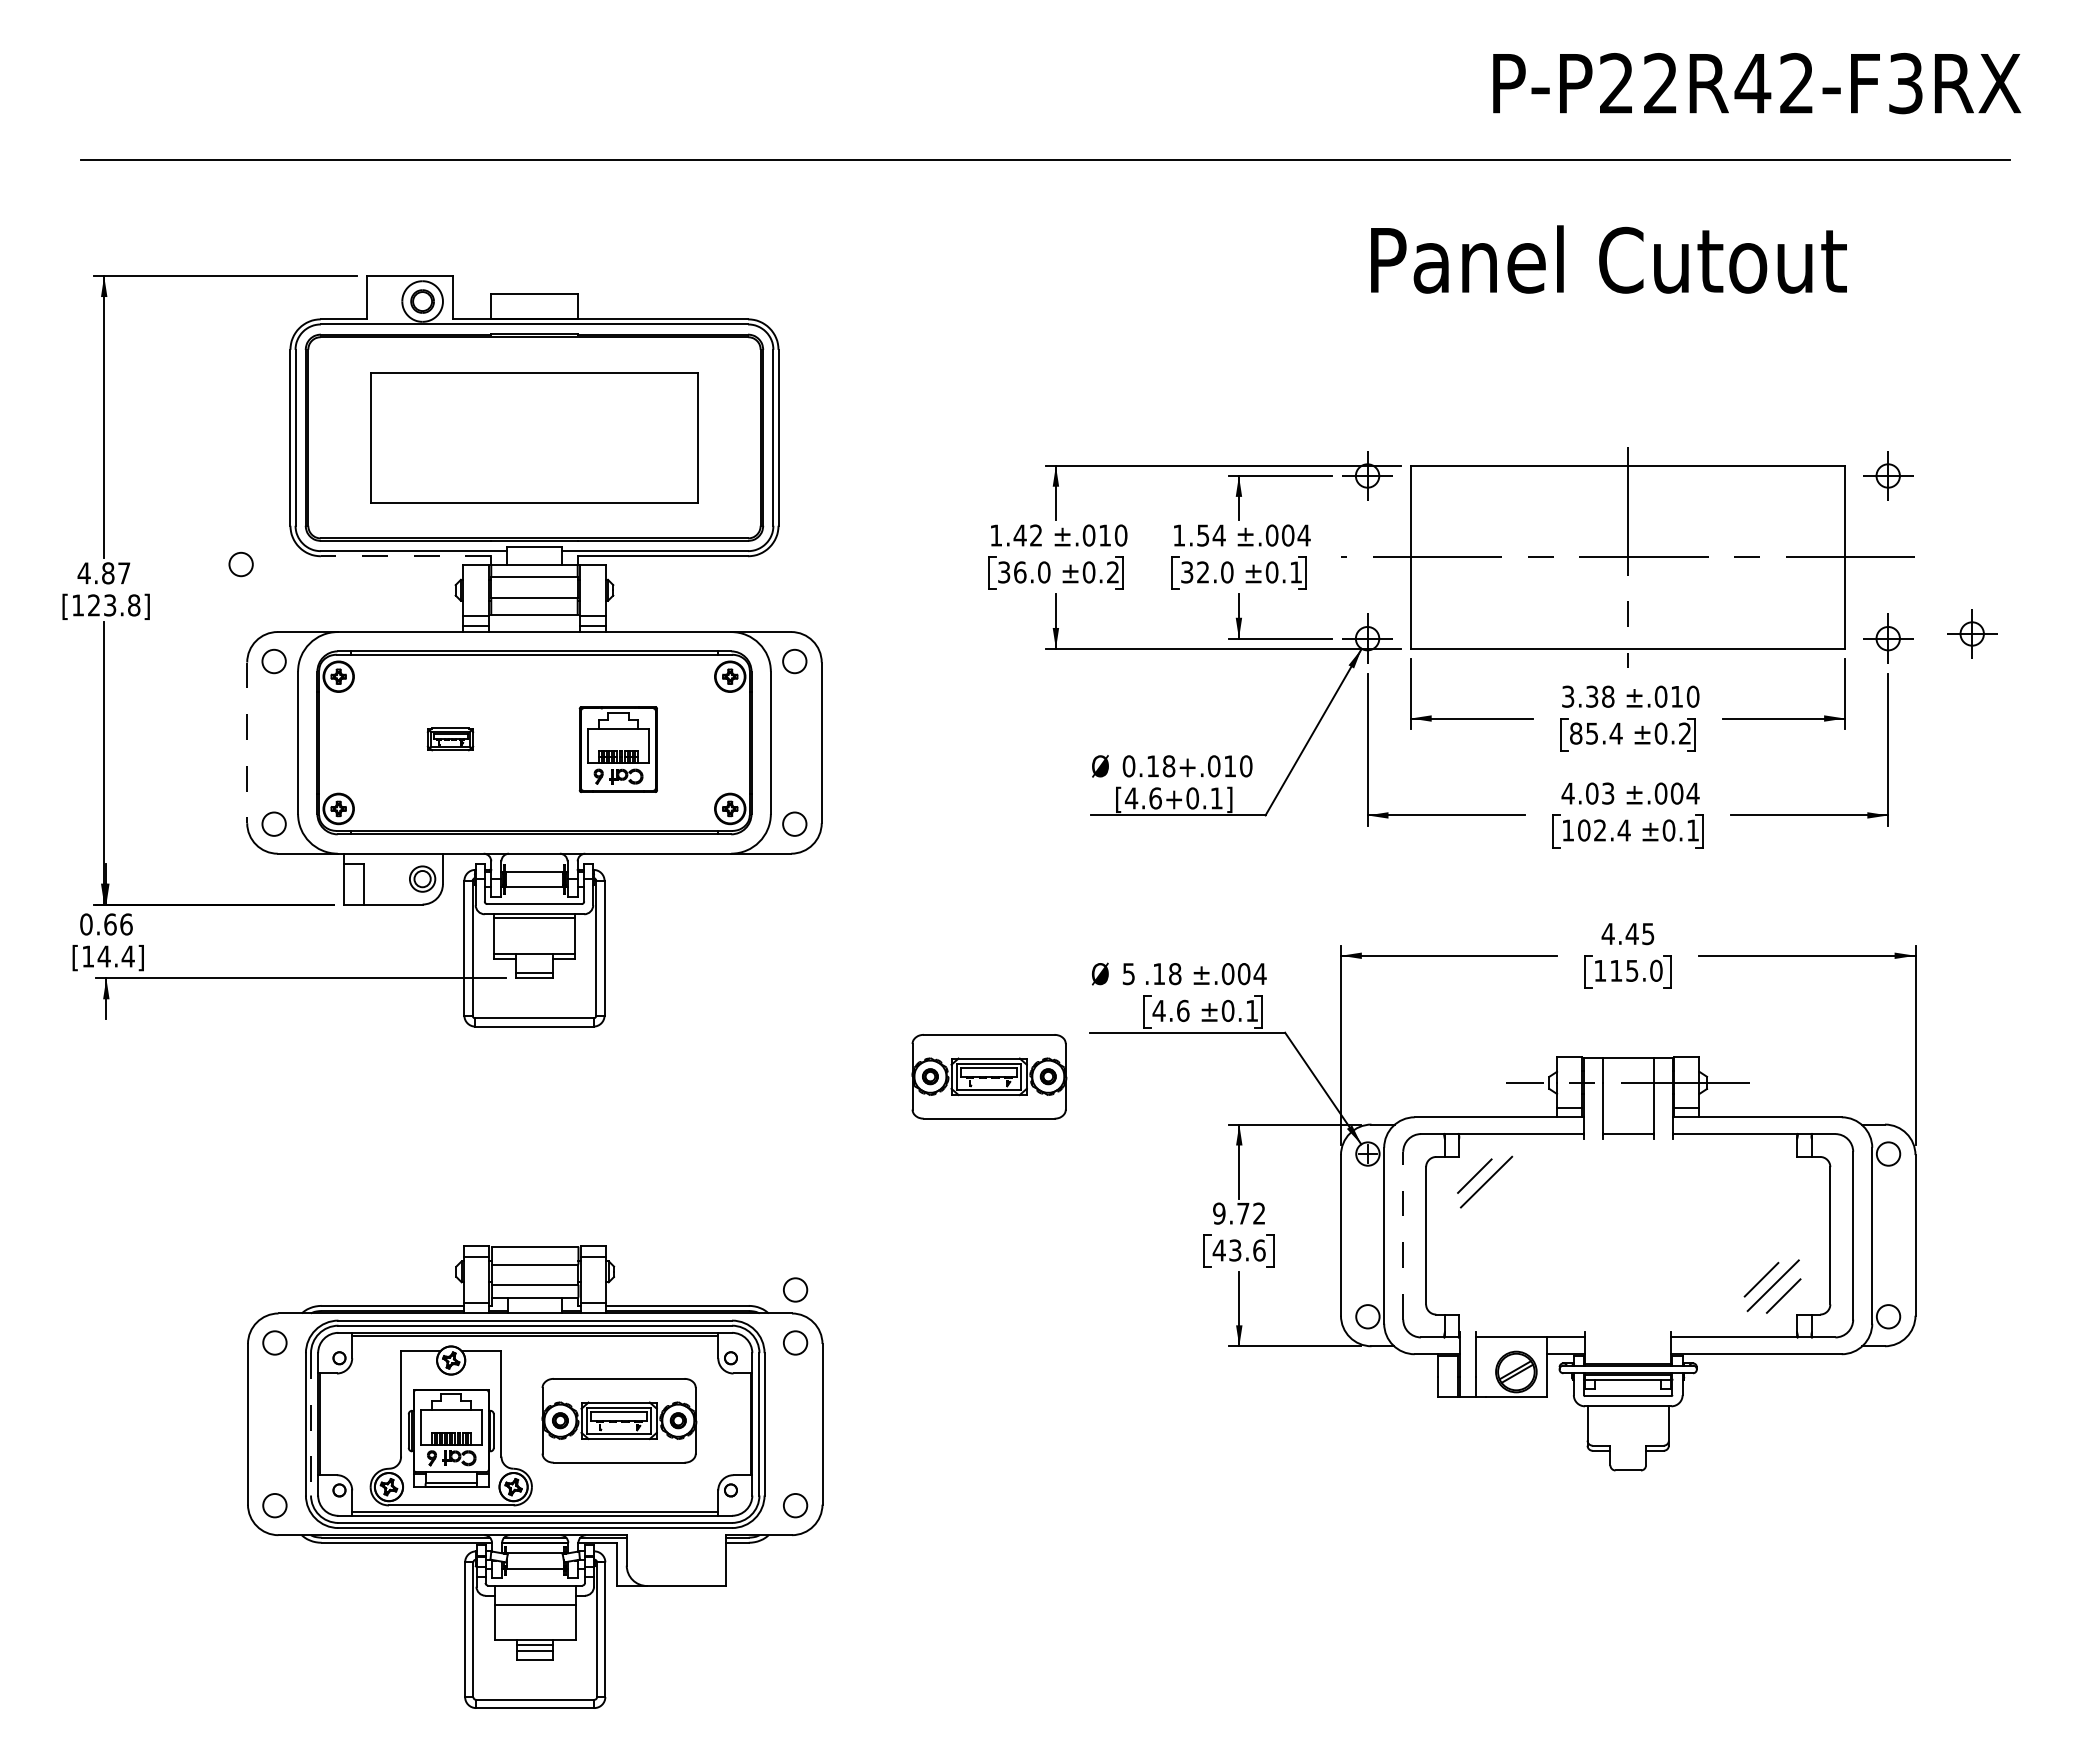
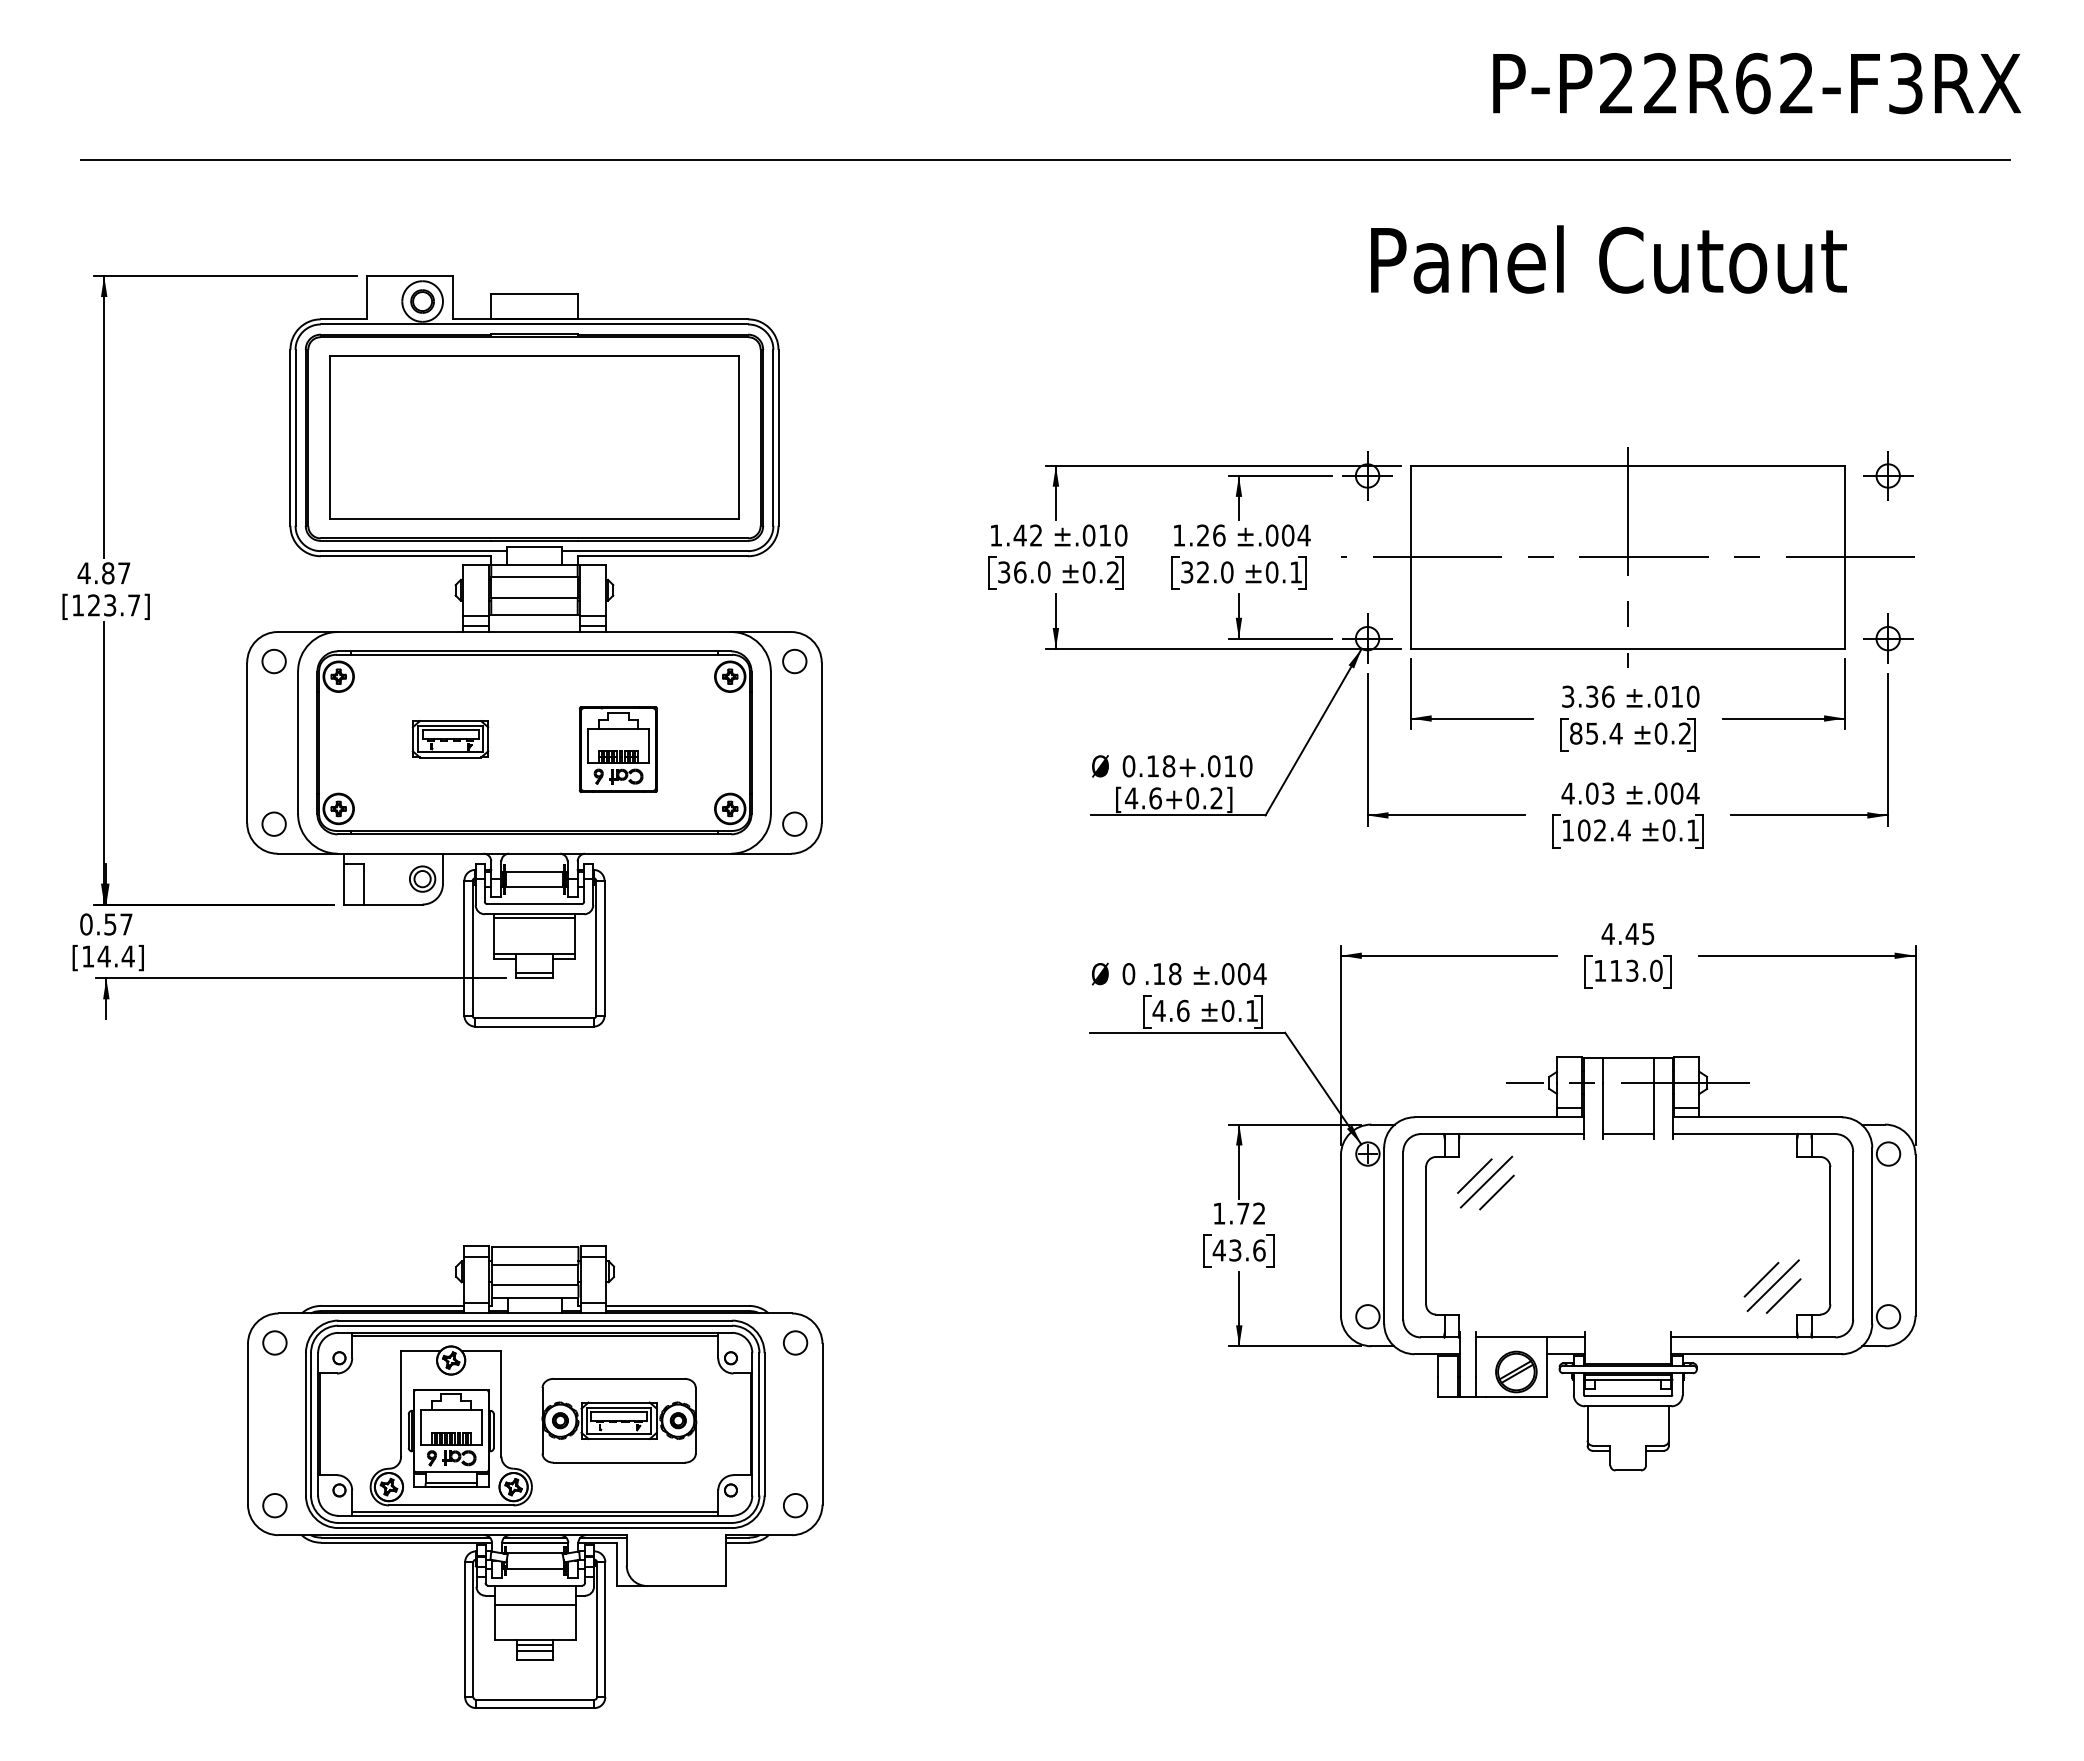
text at (1752, 83): P-P22R42-F3RX -> P-P22R62-F3RX
part at (534, 437) size: 329x132 px -> 411x165 px
text at (1211, 535): 1.54 -> 1.26
line at (405, 556): dashed -> solid
circle at (240, 564): present -> none
text at (134, 605): [123.8] -> [123.7]
part at (1972, 633): present -> none
text at (1608, 696): 3.38 -> 3.36
part at (450, 739) size: 49x25 px -> 79x39 px
line at (247, 743): dashed -> solid
text at (1216, 798): [4.6+0.1] -> [4.6+0.2]
text at (118, 924): 0.66 -> 0.57
text at (1632, 970): 115.0 -> 113.0
text at (1128, 974): 5 -> 0
part at (989, 1076): present -> none
line at (1496, 1192): none -> present
text at (1219, 1213): 9.72 -> 1.72
line at (1403, 1235): dashed -> solid
circle at (795, 1289): present -> none
line at (311, 1424): dashed -> solid
